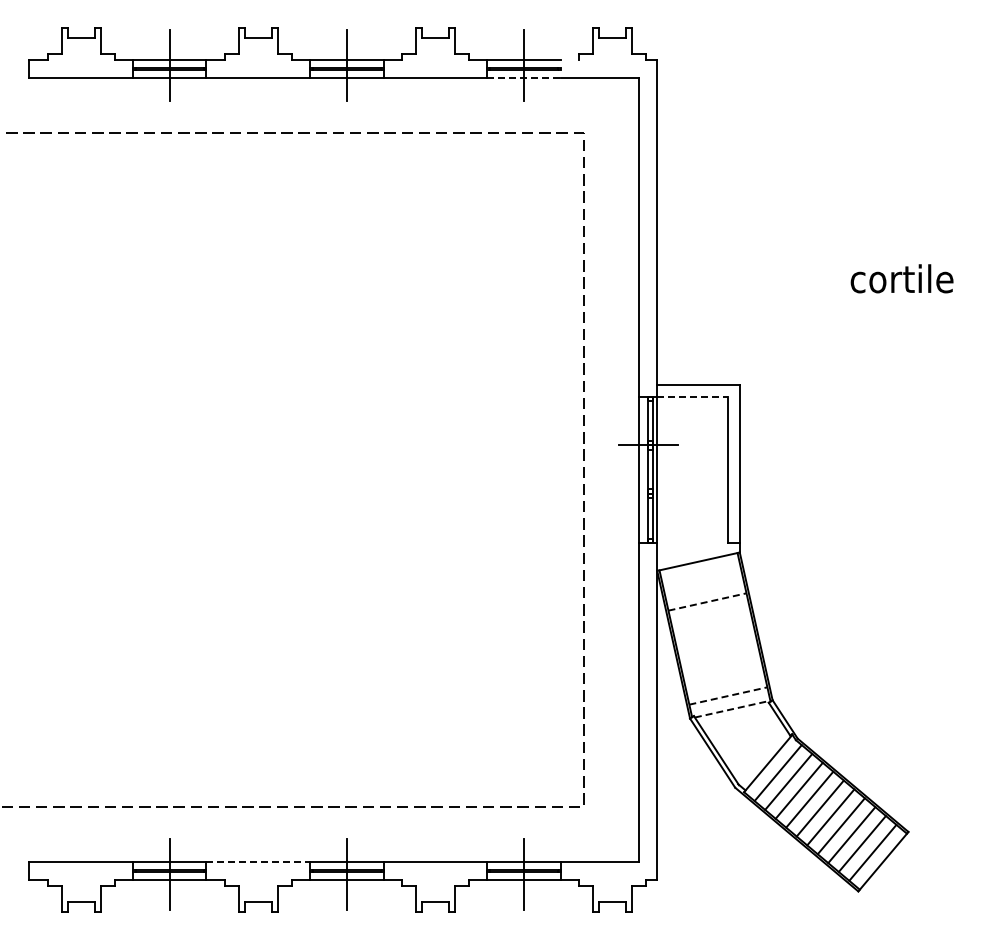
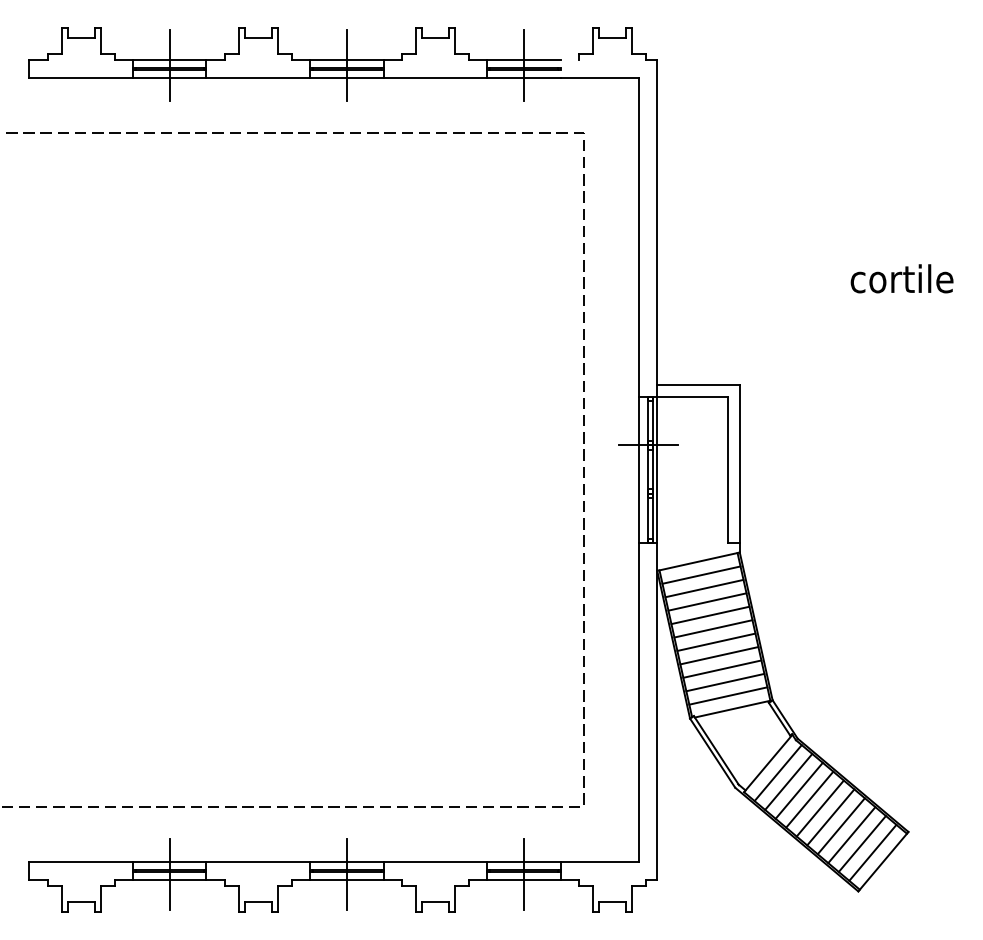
line at (523, 77): dashed -> solid
line at (692, 396): dashed -> solid
line at (701, 574): none -> present
line at (704, 588): none -> present
line at (707, 601): dashed -> solid
line at (710, 615): none -> present
line at (713, 628): none -> present
line at (716, 641): none -> present
line at (719, 655): none -> present
line at (722, 668): none -> present
line at (725, 682): none -> present
line at (728, 696): dashed -> solid
line at (732, 709): dashed -> solid
line at (258, 862): dashed -> solid
